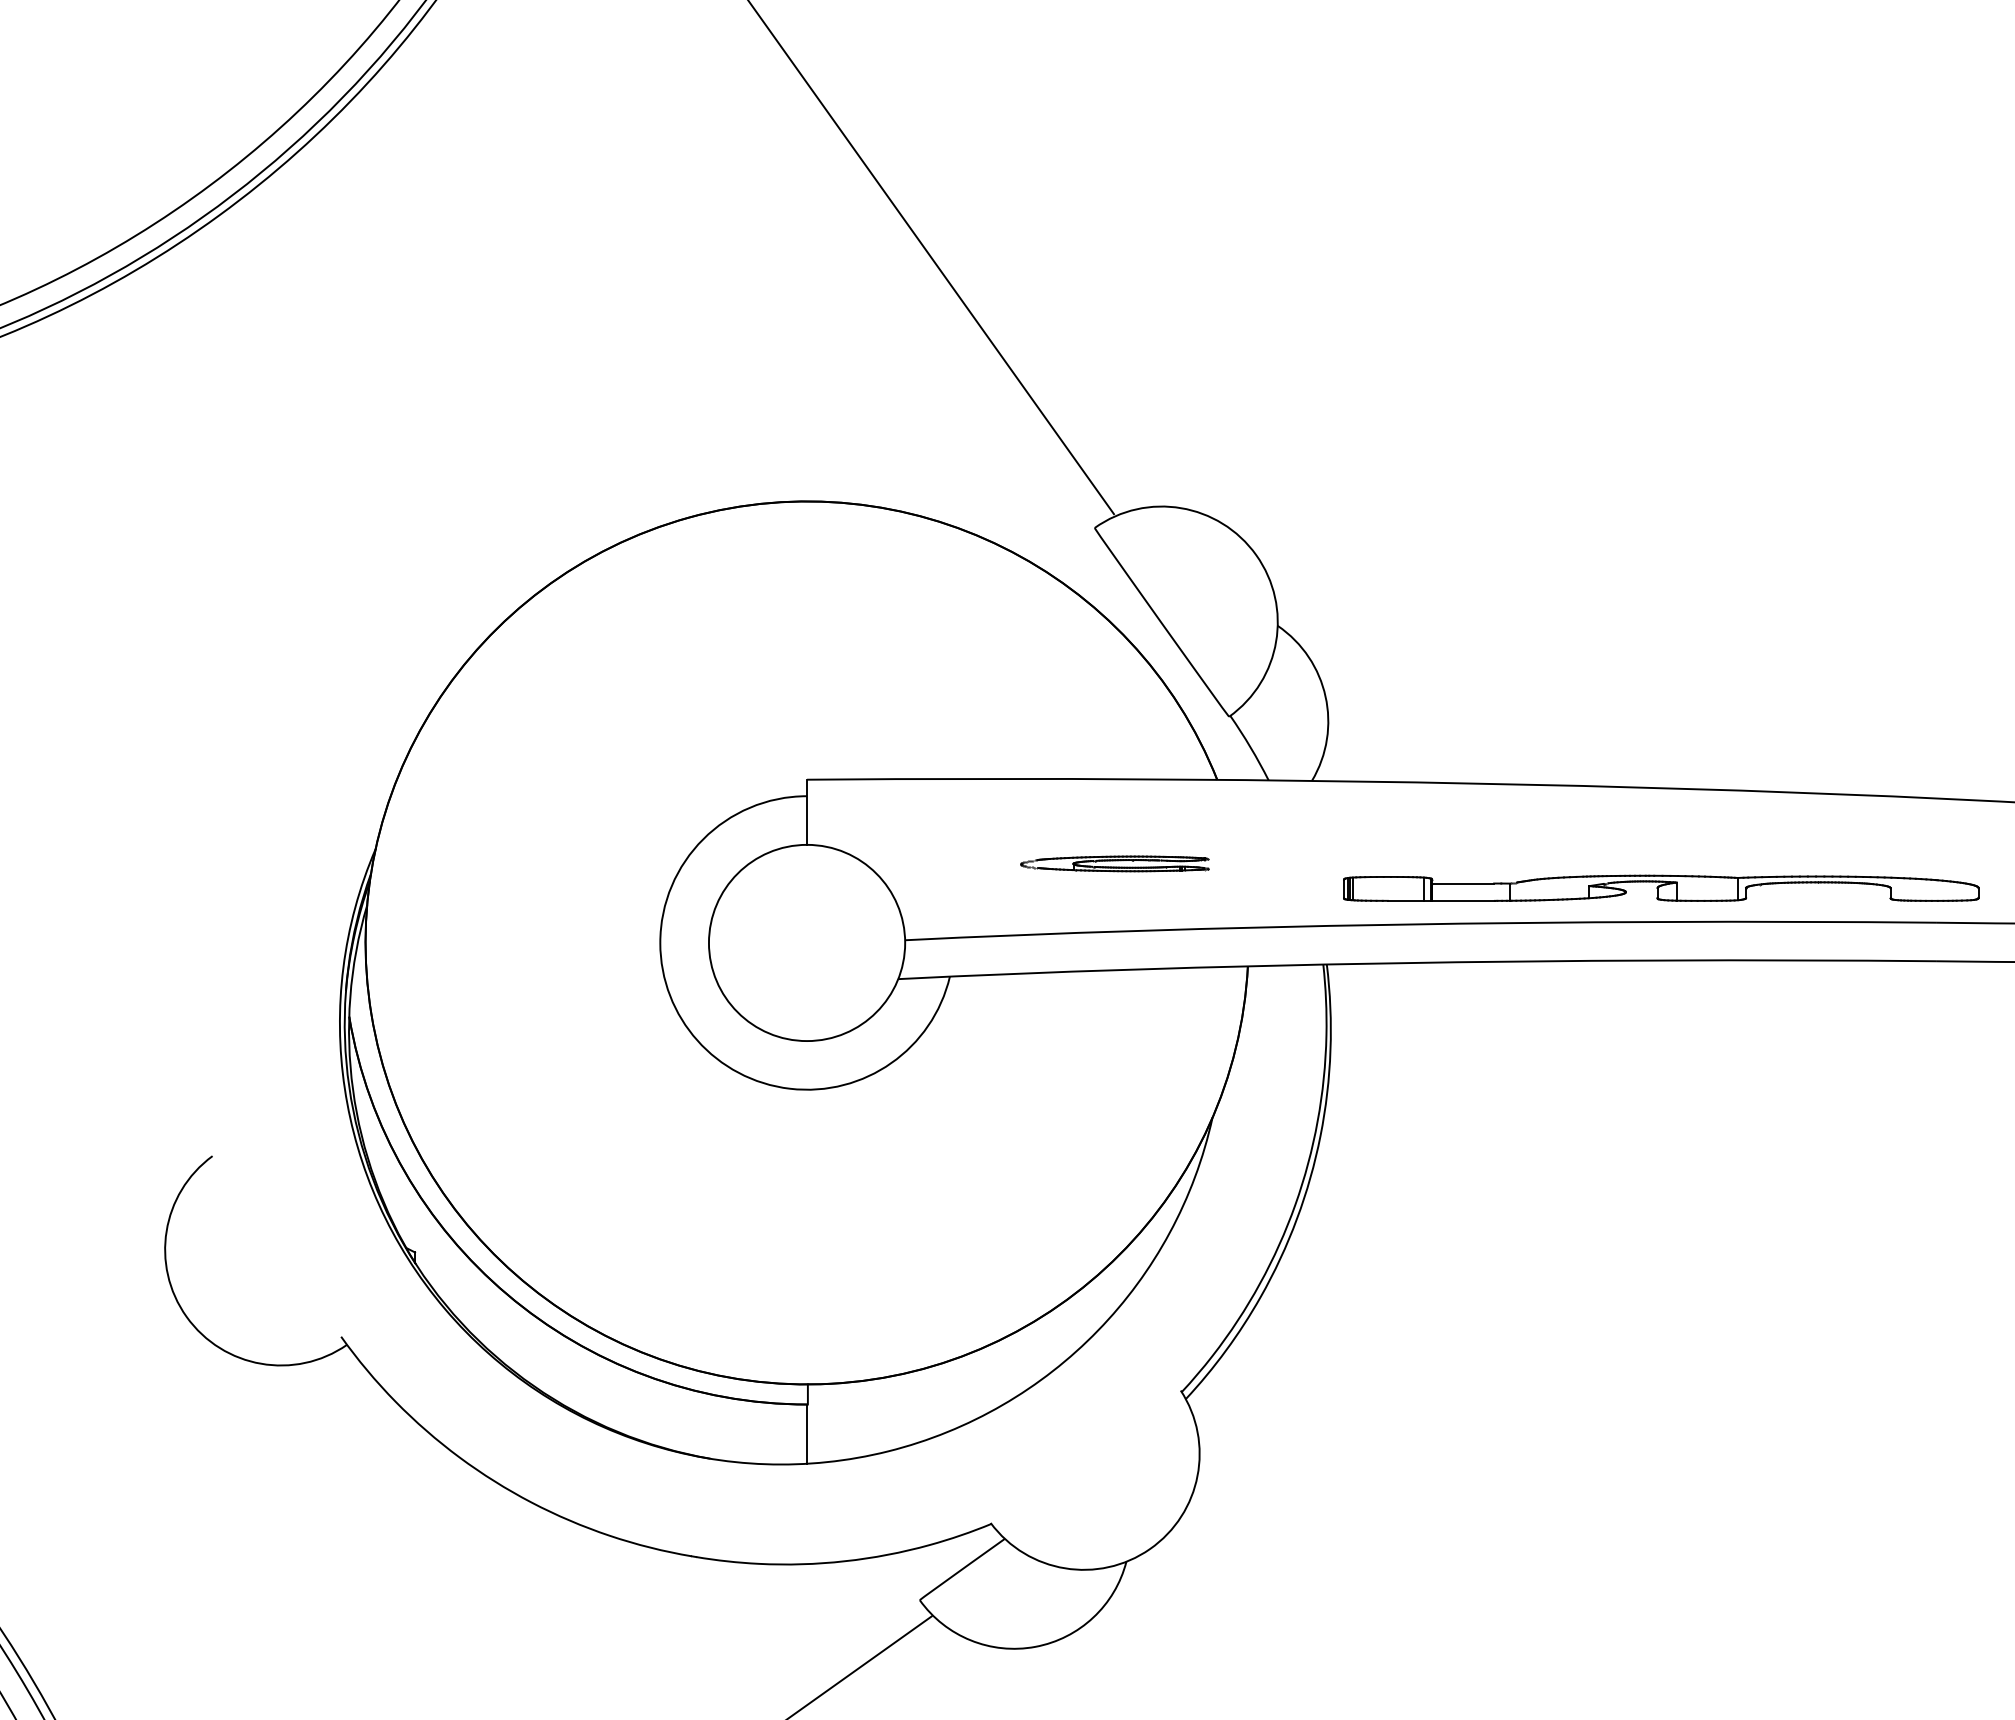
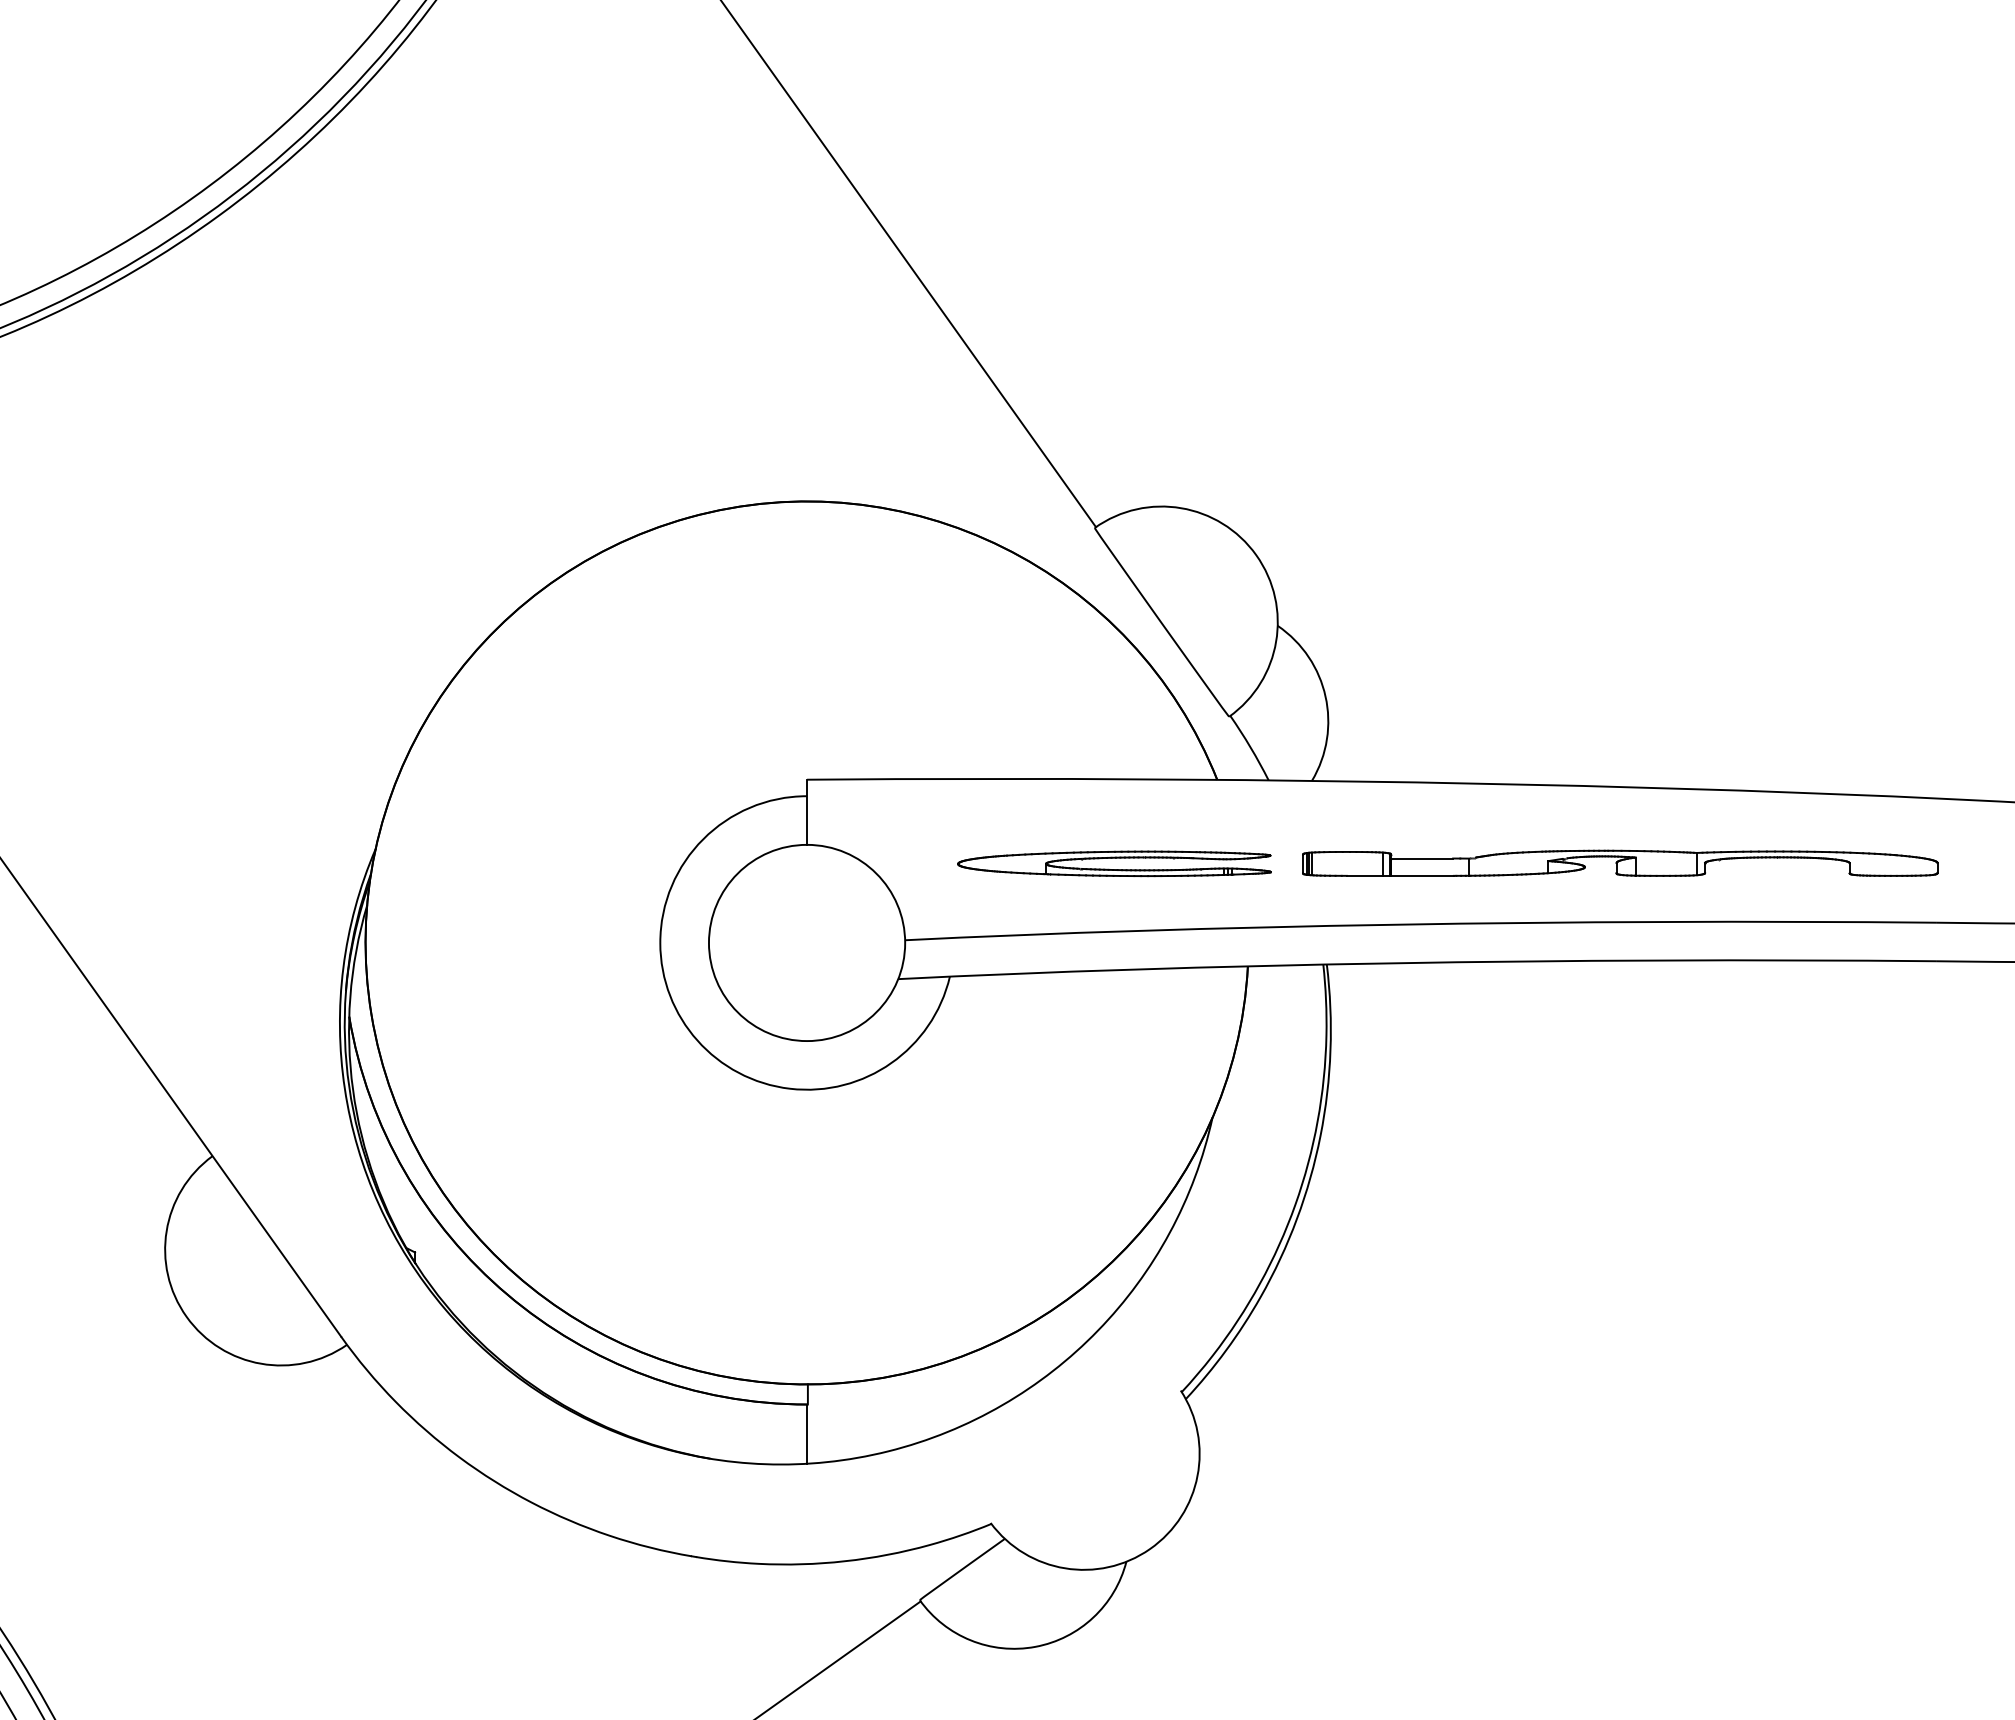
line at (931, 258) position: (931, 258) -> (908, 264)
part at (1114, 863) size: 190x18 px -> 315x28 px
part at (1661, 887) position: (1661, 887) -> (1620, 862)
line at (171, 1098): none -> present
line at (860, 1666) position: (860, 1666) -> (839, 1658)
